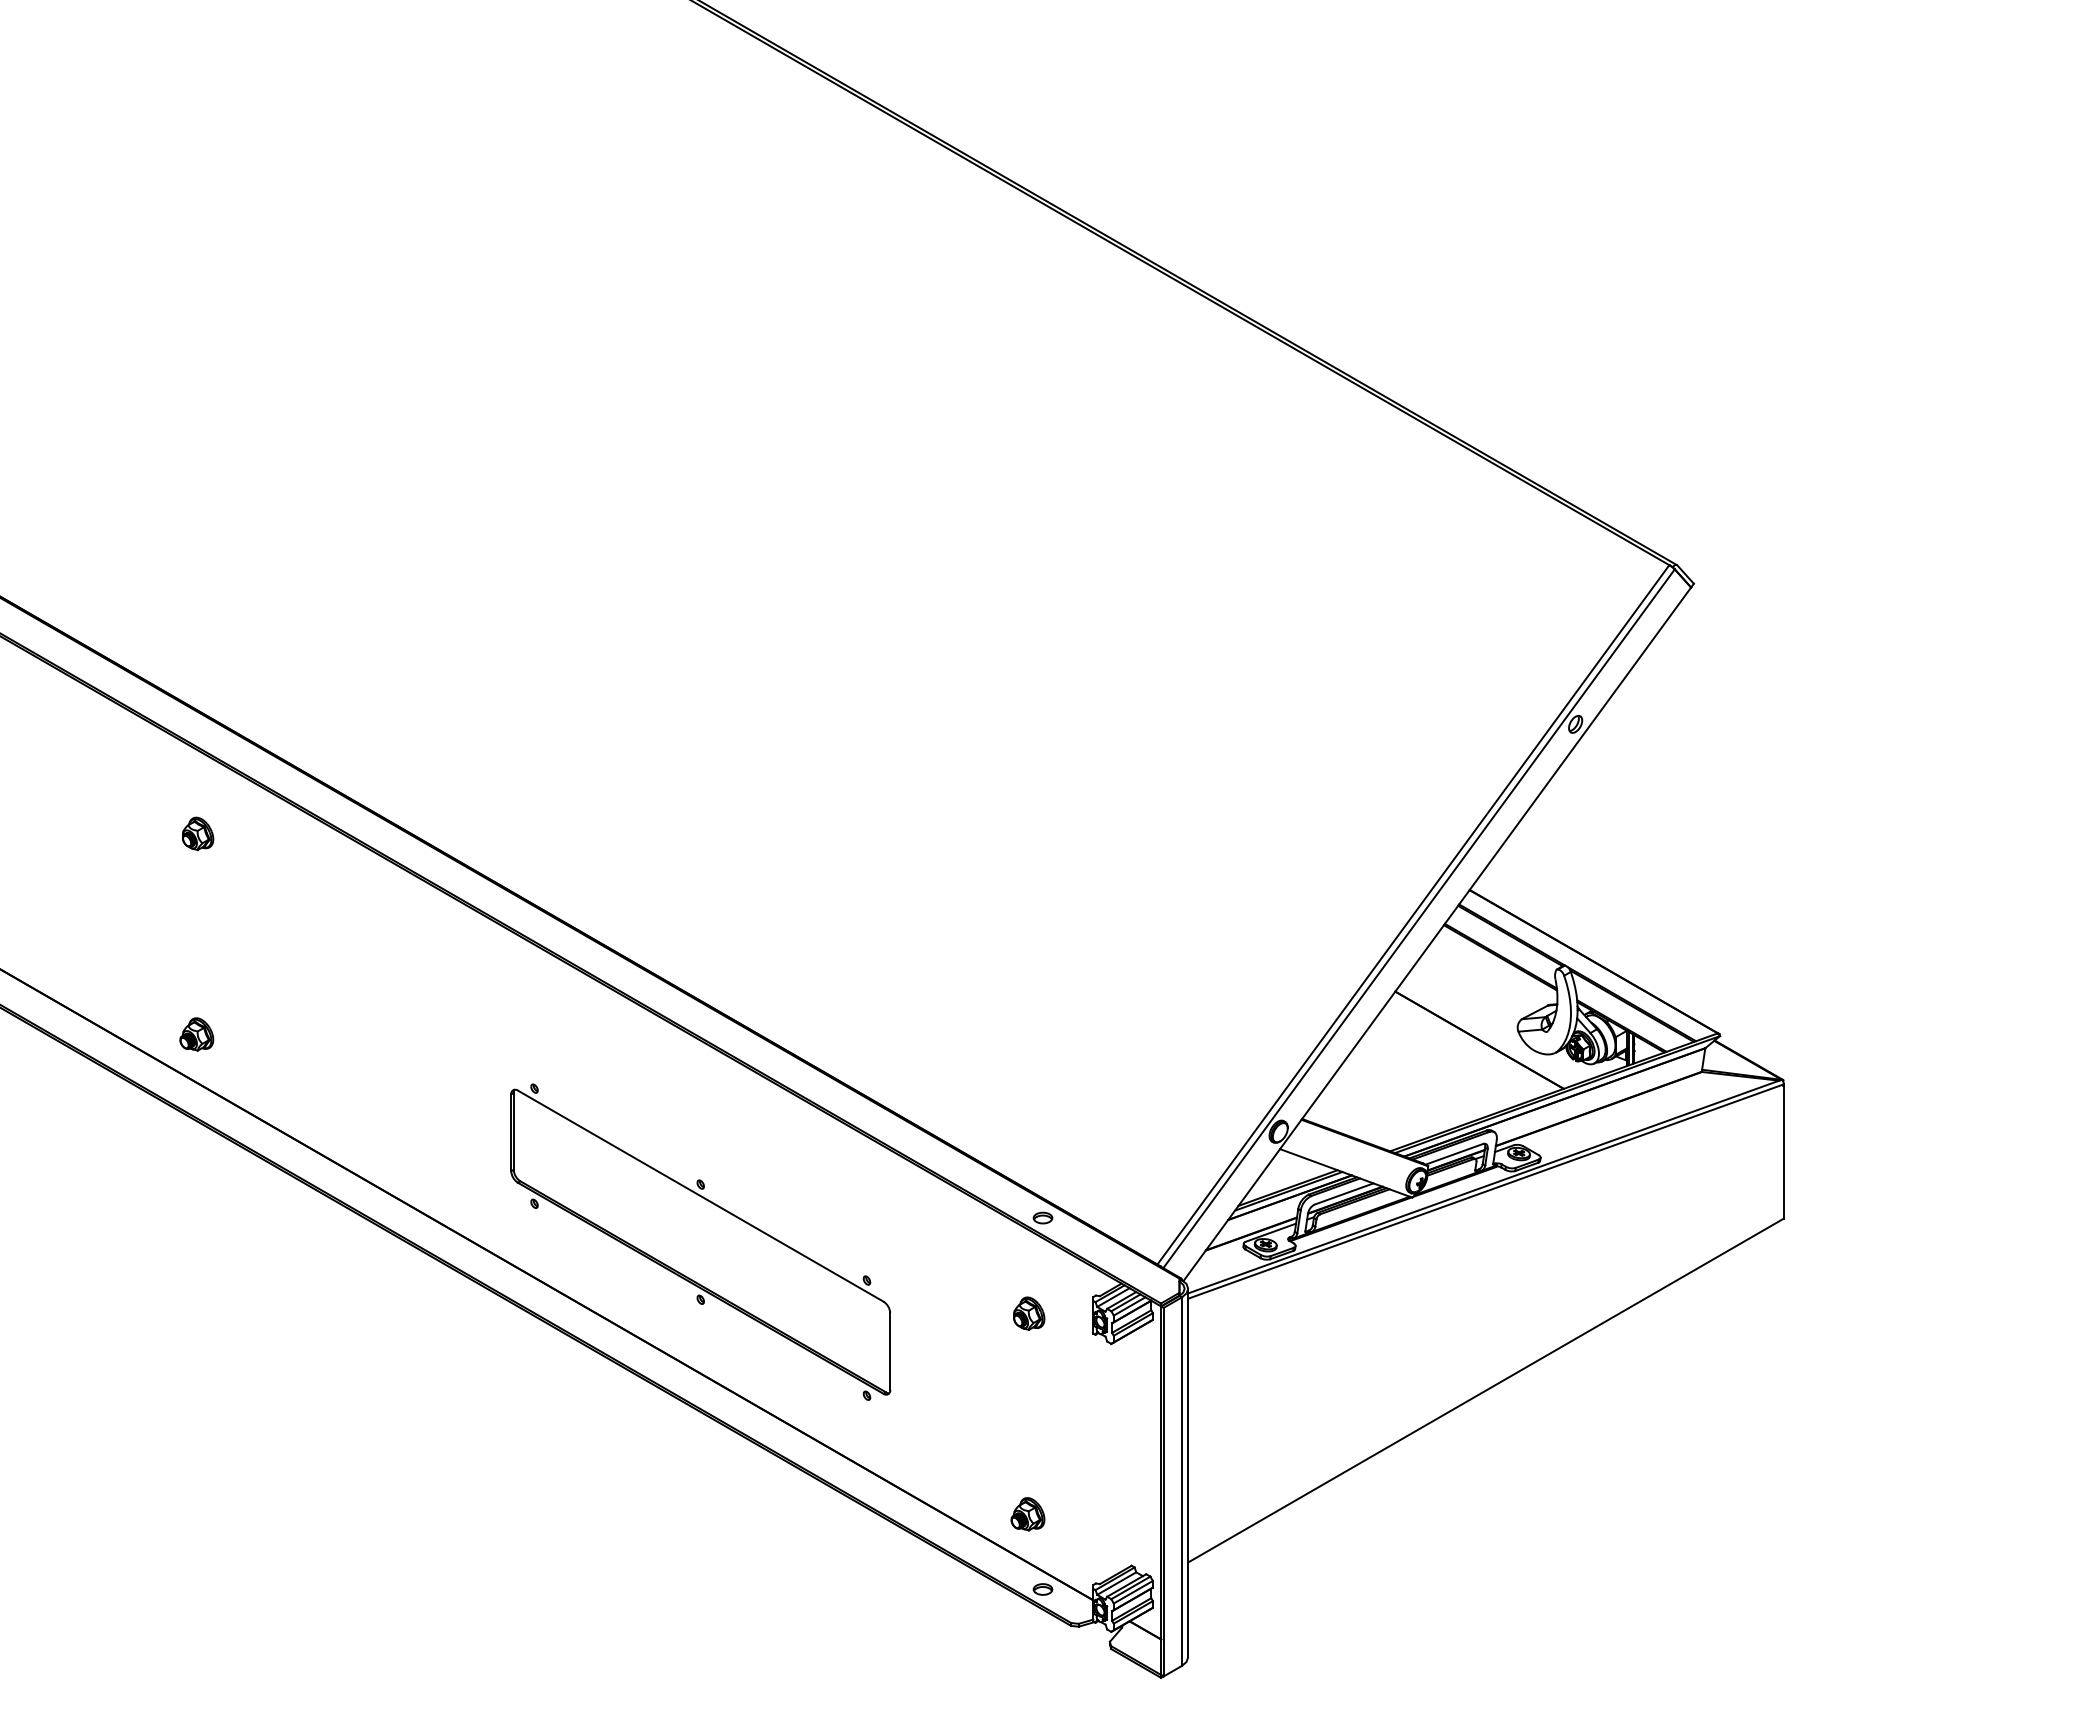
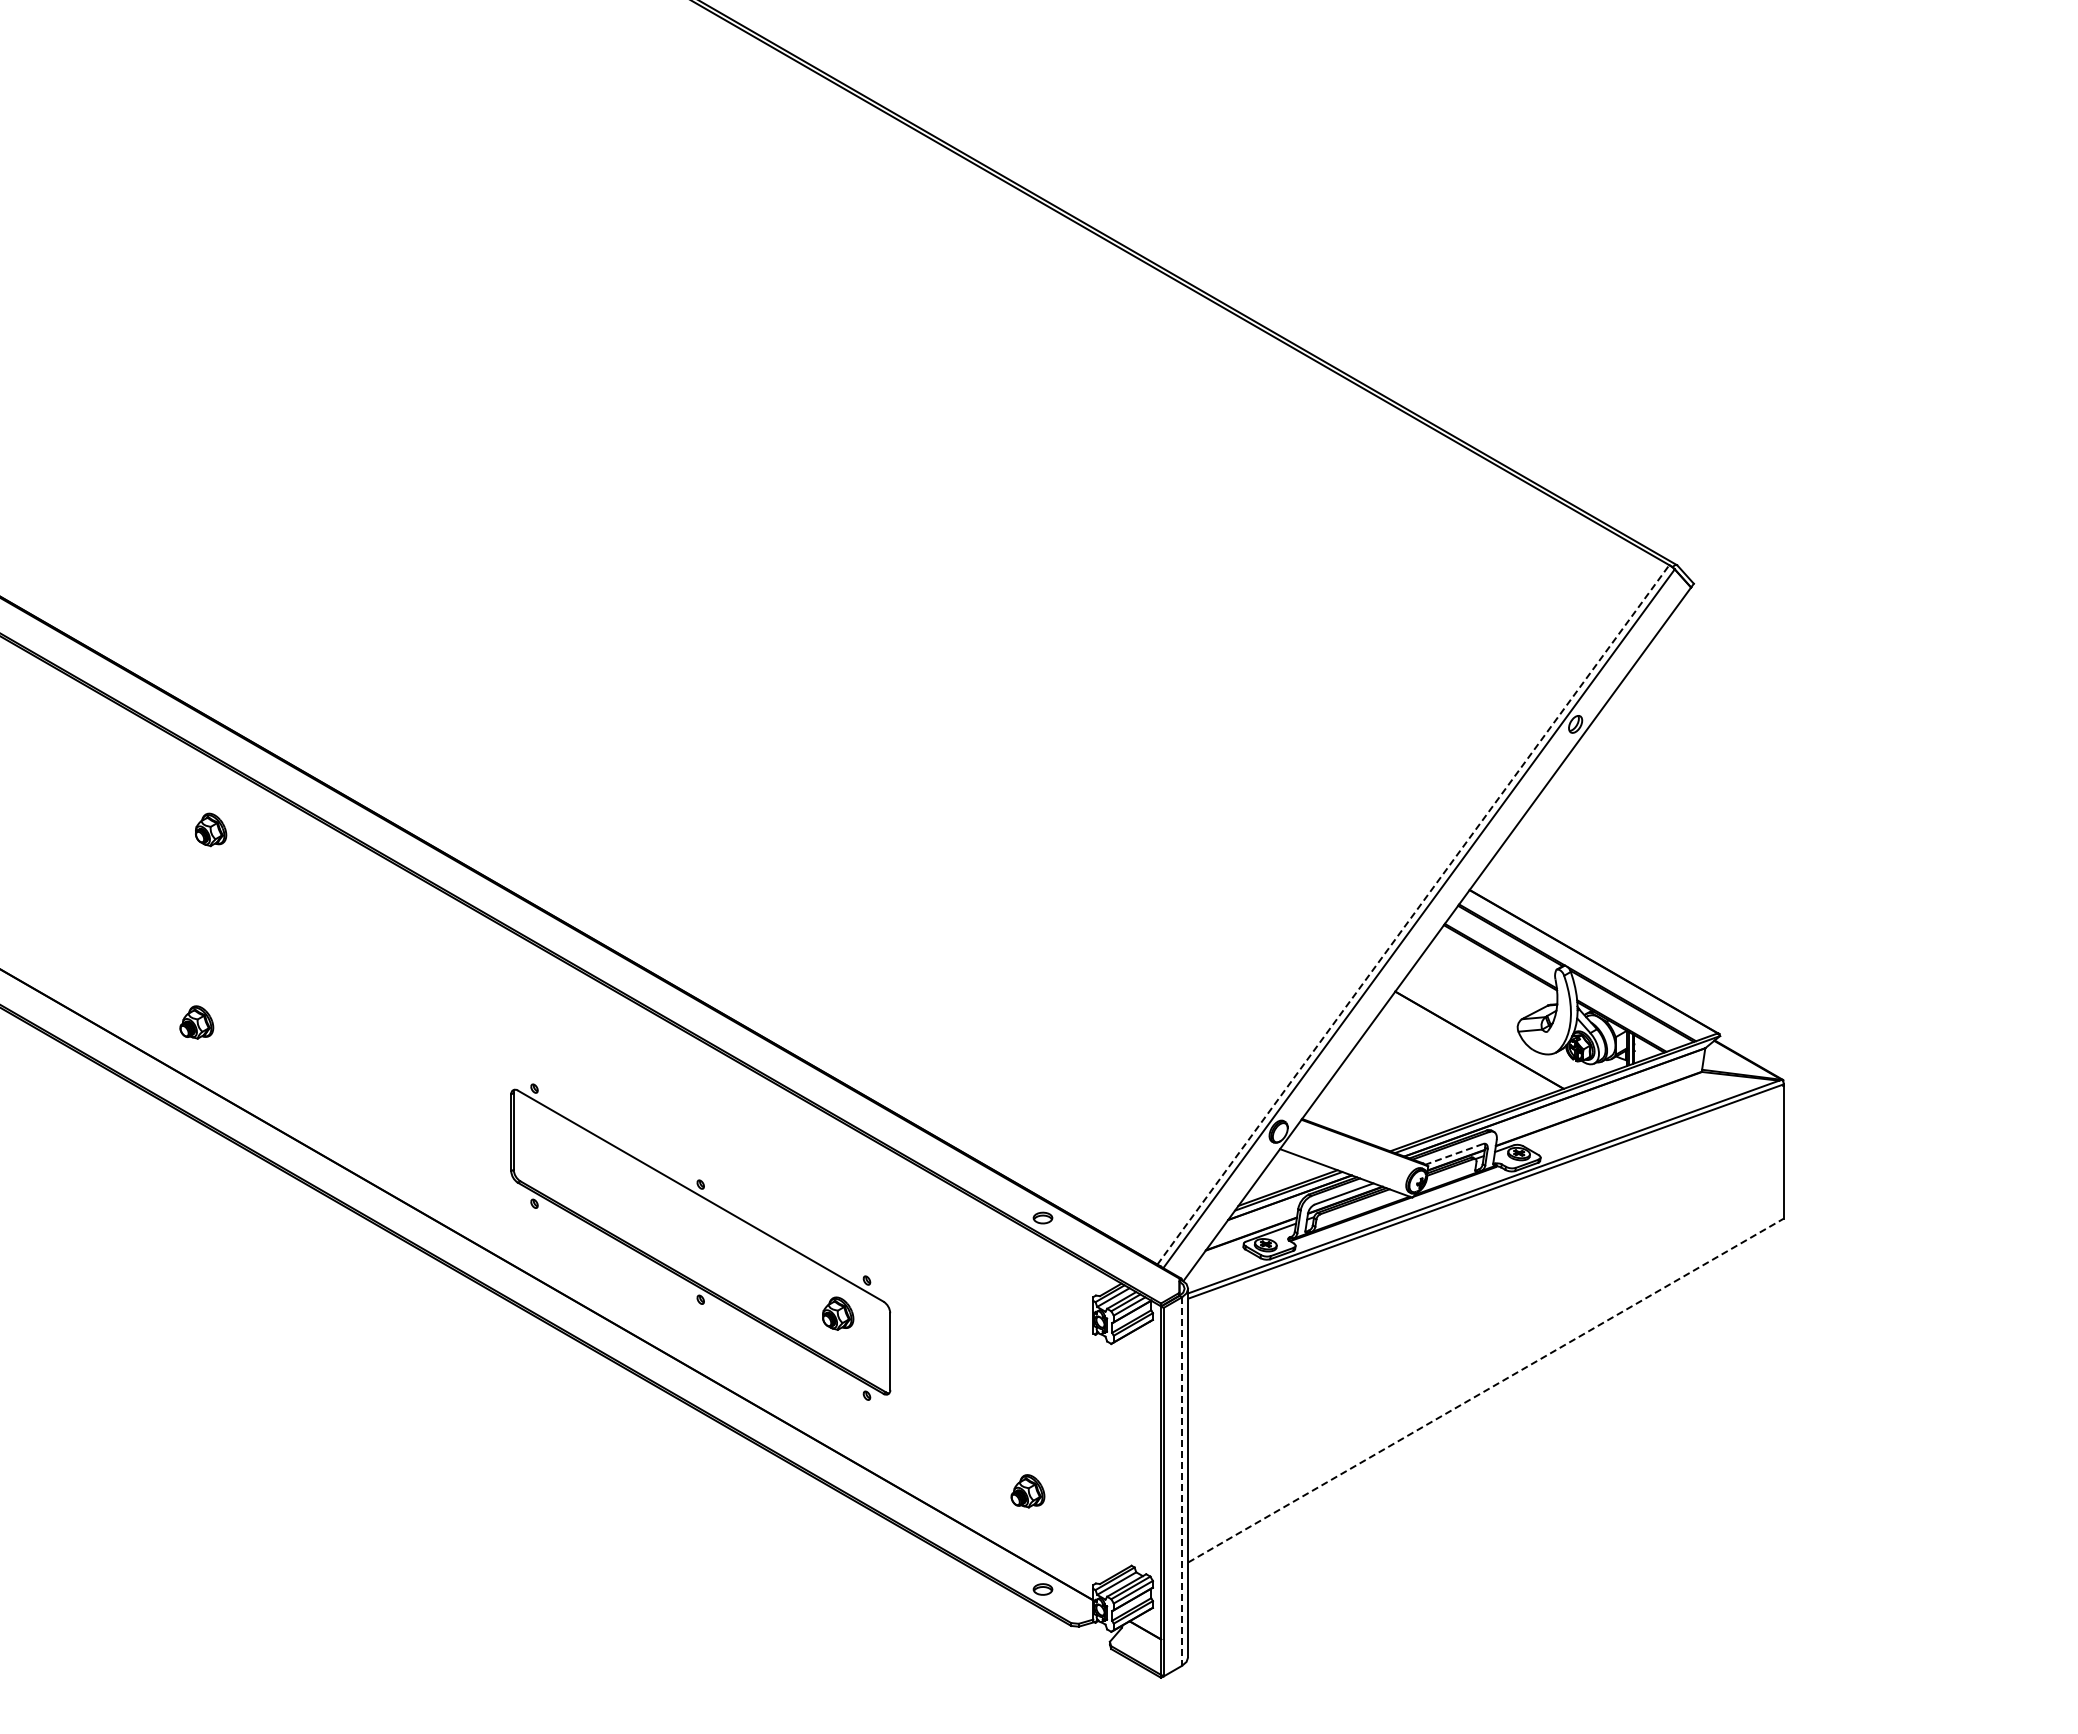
part at (198, 833) position: (198, 833) -> (211, 829)
line at (1413, 914): solid -> dashed
part at (196, 1034) position: (196, 1034) -> (196, 1022)
line at (1454, 1154): solid -> dashed
part at (1029, 1313) position: (1029, 1313) -> (838, 1313)
line at (1485, 1390): solid -> dashed
line at (1181, 1482): solid -> dashed
part at (1027, 1514) position: (1027, 1514) -> (1027, 1491)
